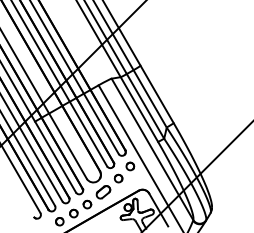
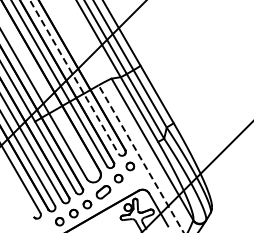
line at (74, 77): solid -> dashed
line at (140, 158): solid -> dashed
